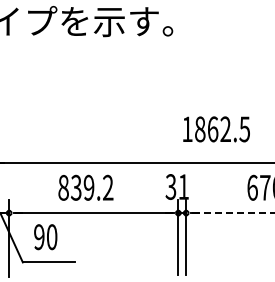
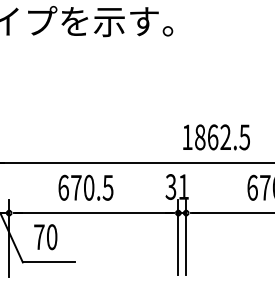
text at (216, 129) position: (216, 129) -> (216, 137)
text at (85, 187): 839.2 -> 670.5
line at (233, 213): dashed -> solid
text at (39, 237): 90 -> 70
